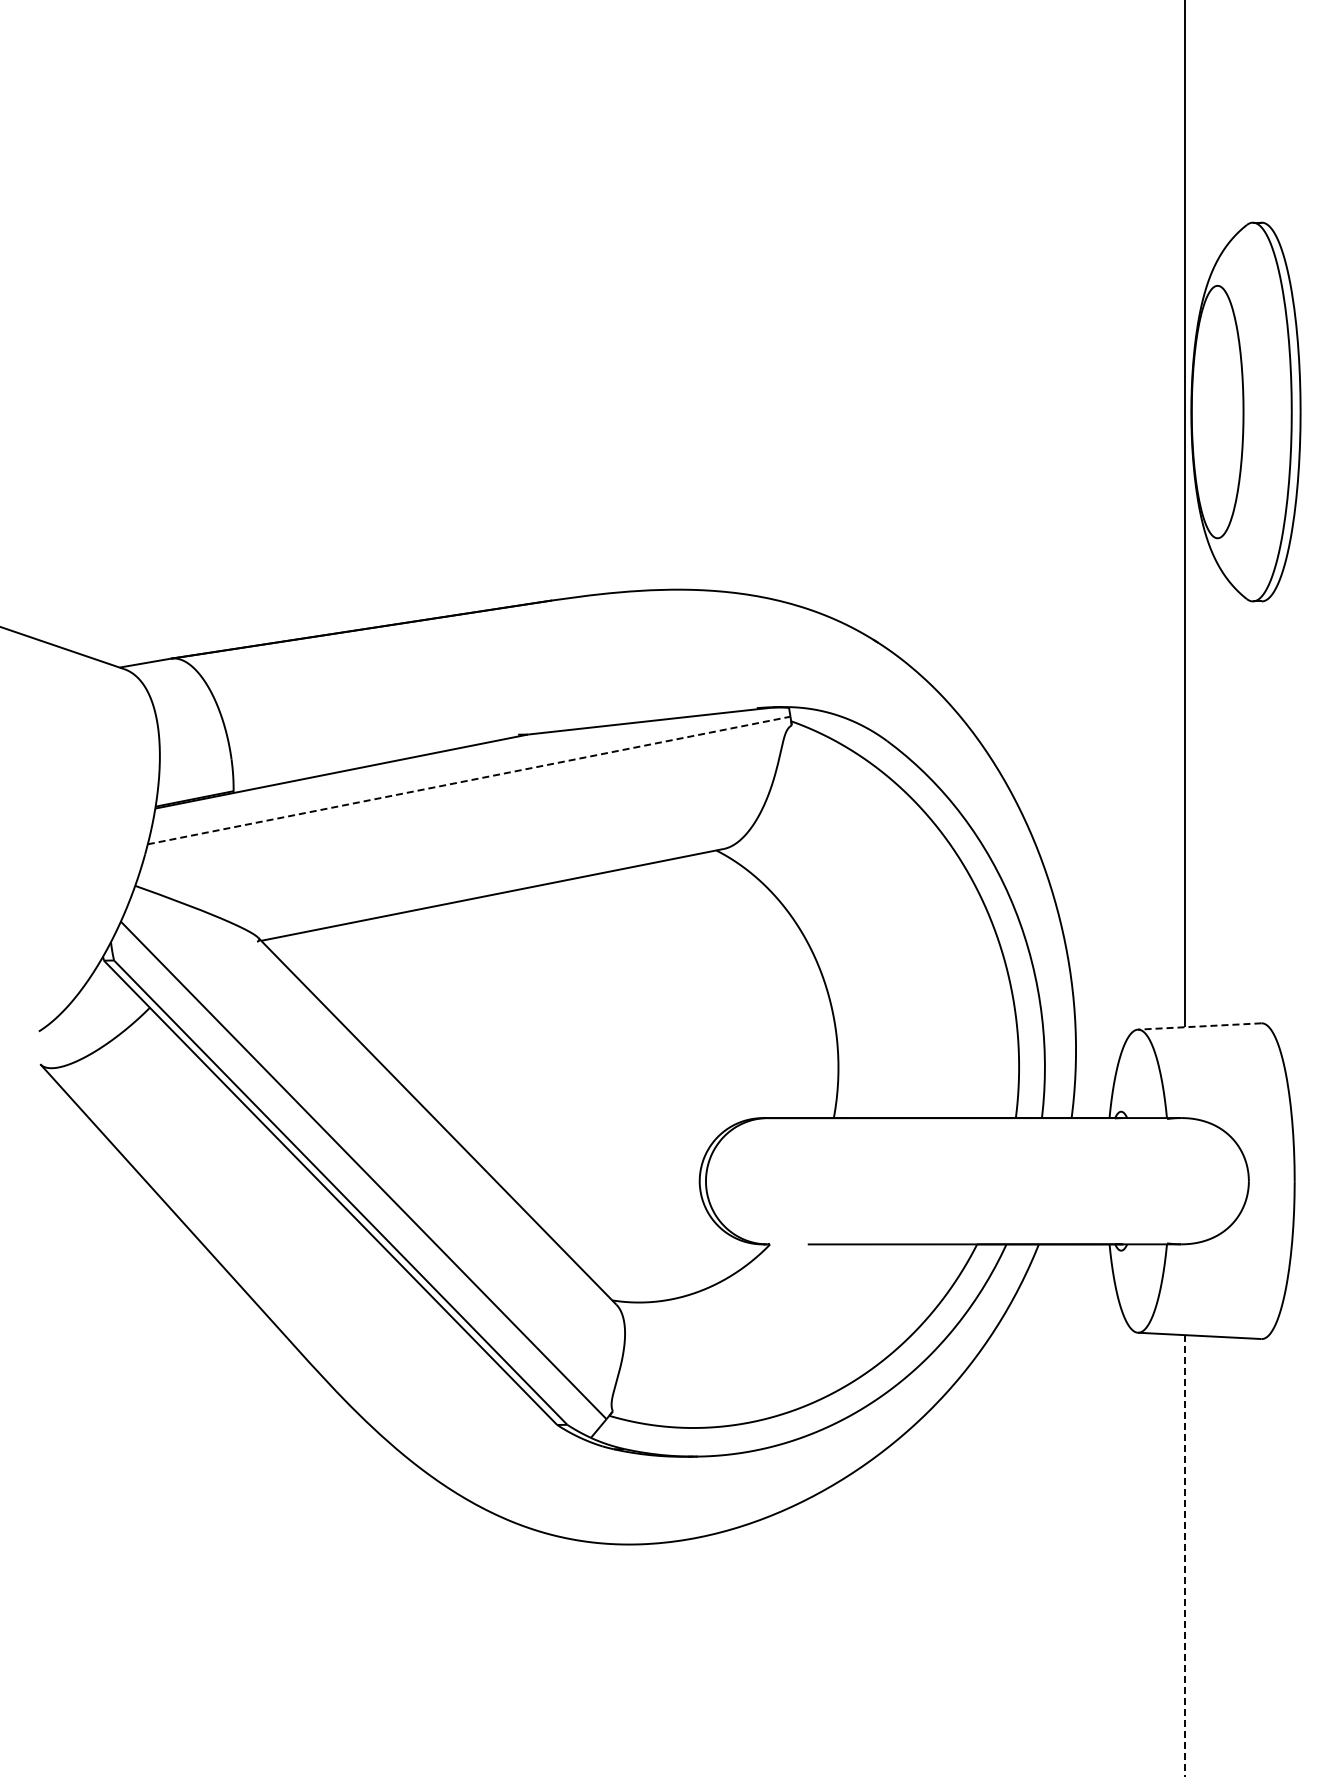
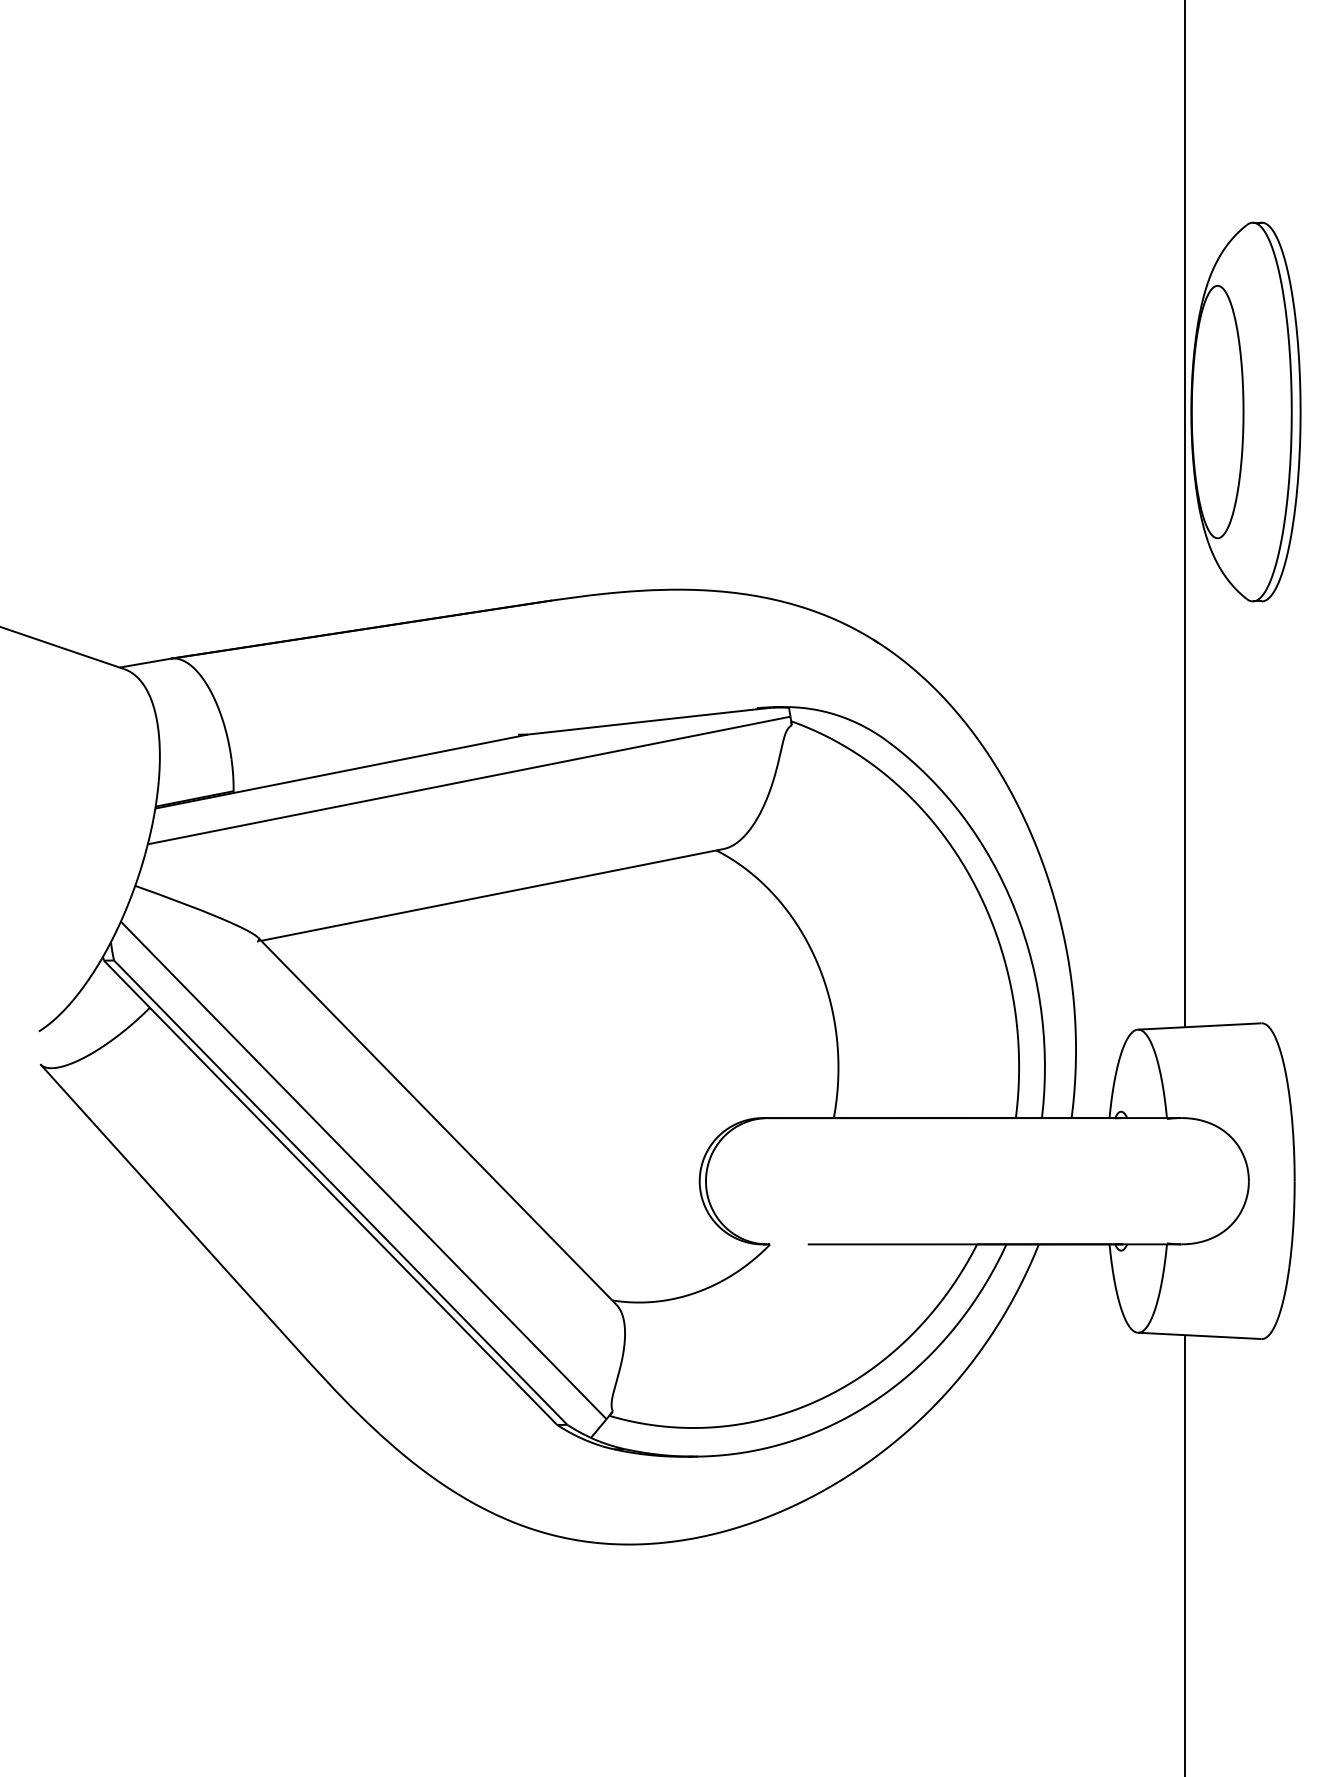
line at (469, 780): dashed -> solid
line at (1199, 1026): dashed -> solid
line at (1185, 1556): dashed -> solid
